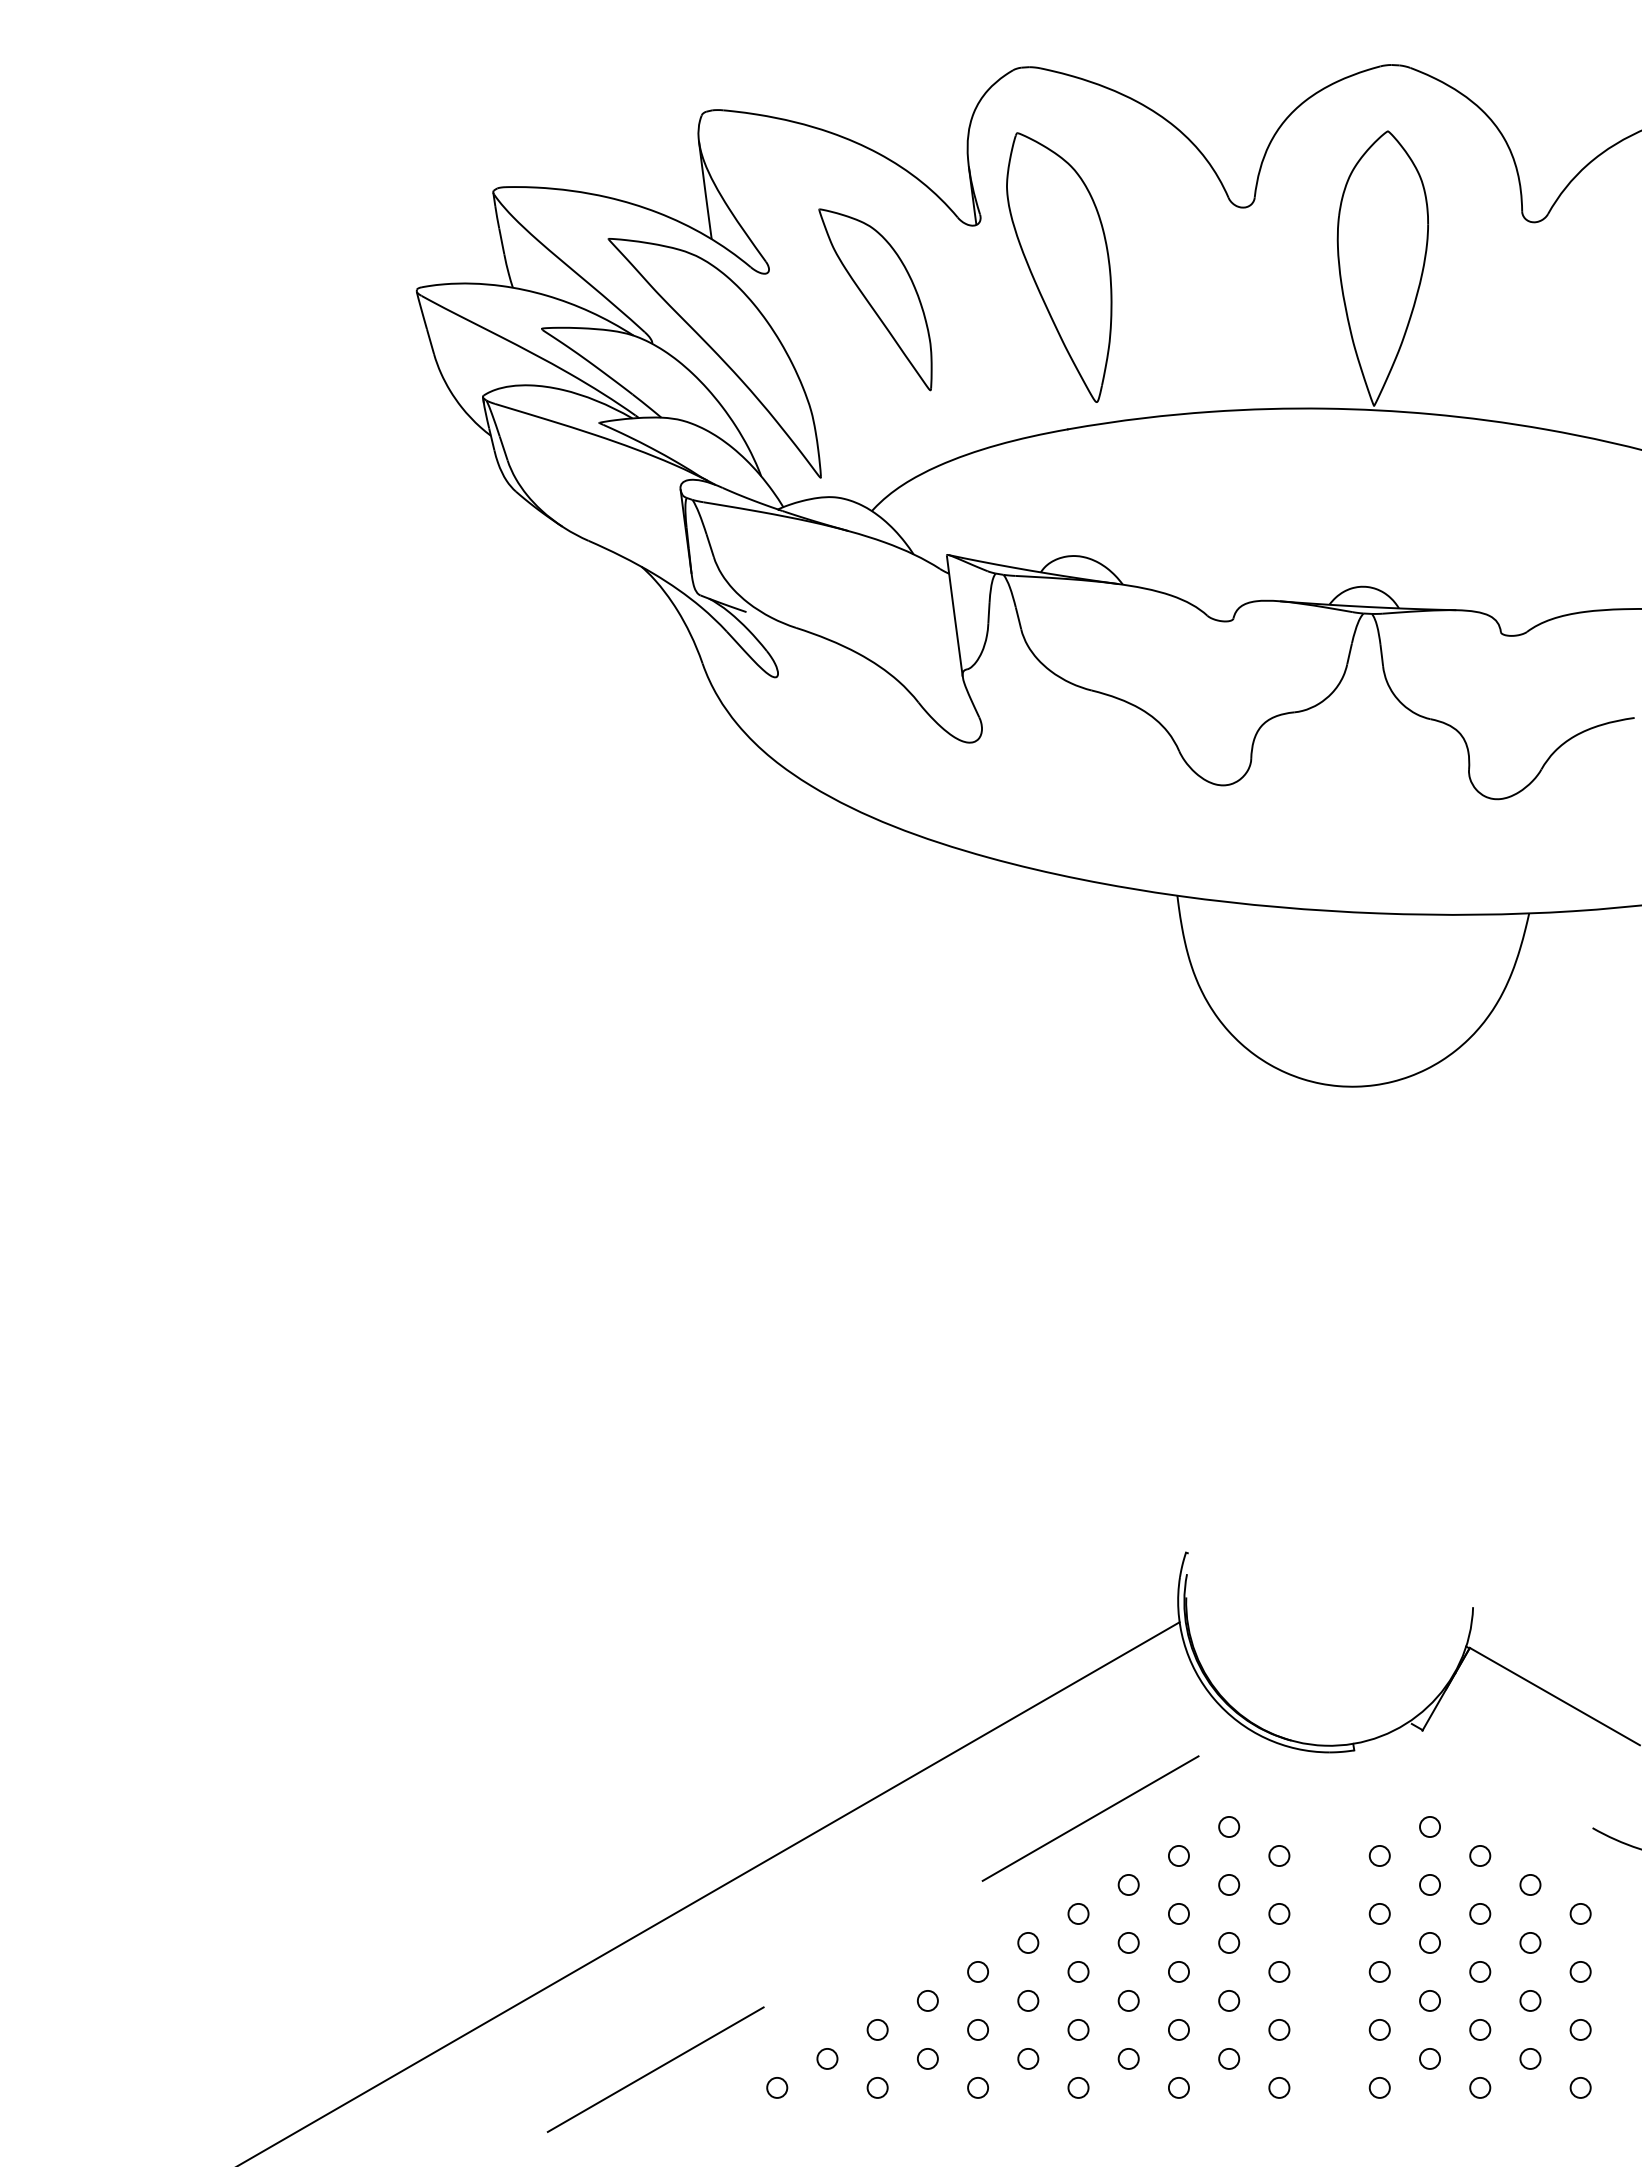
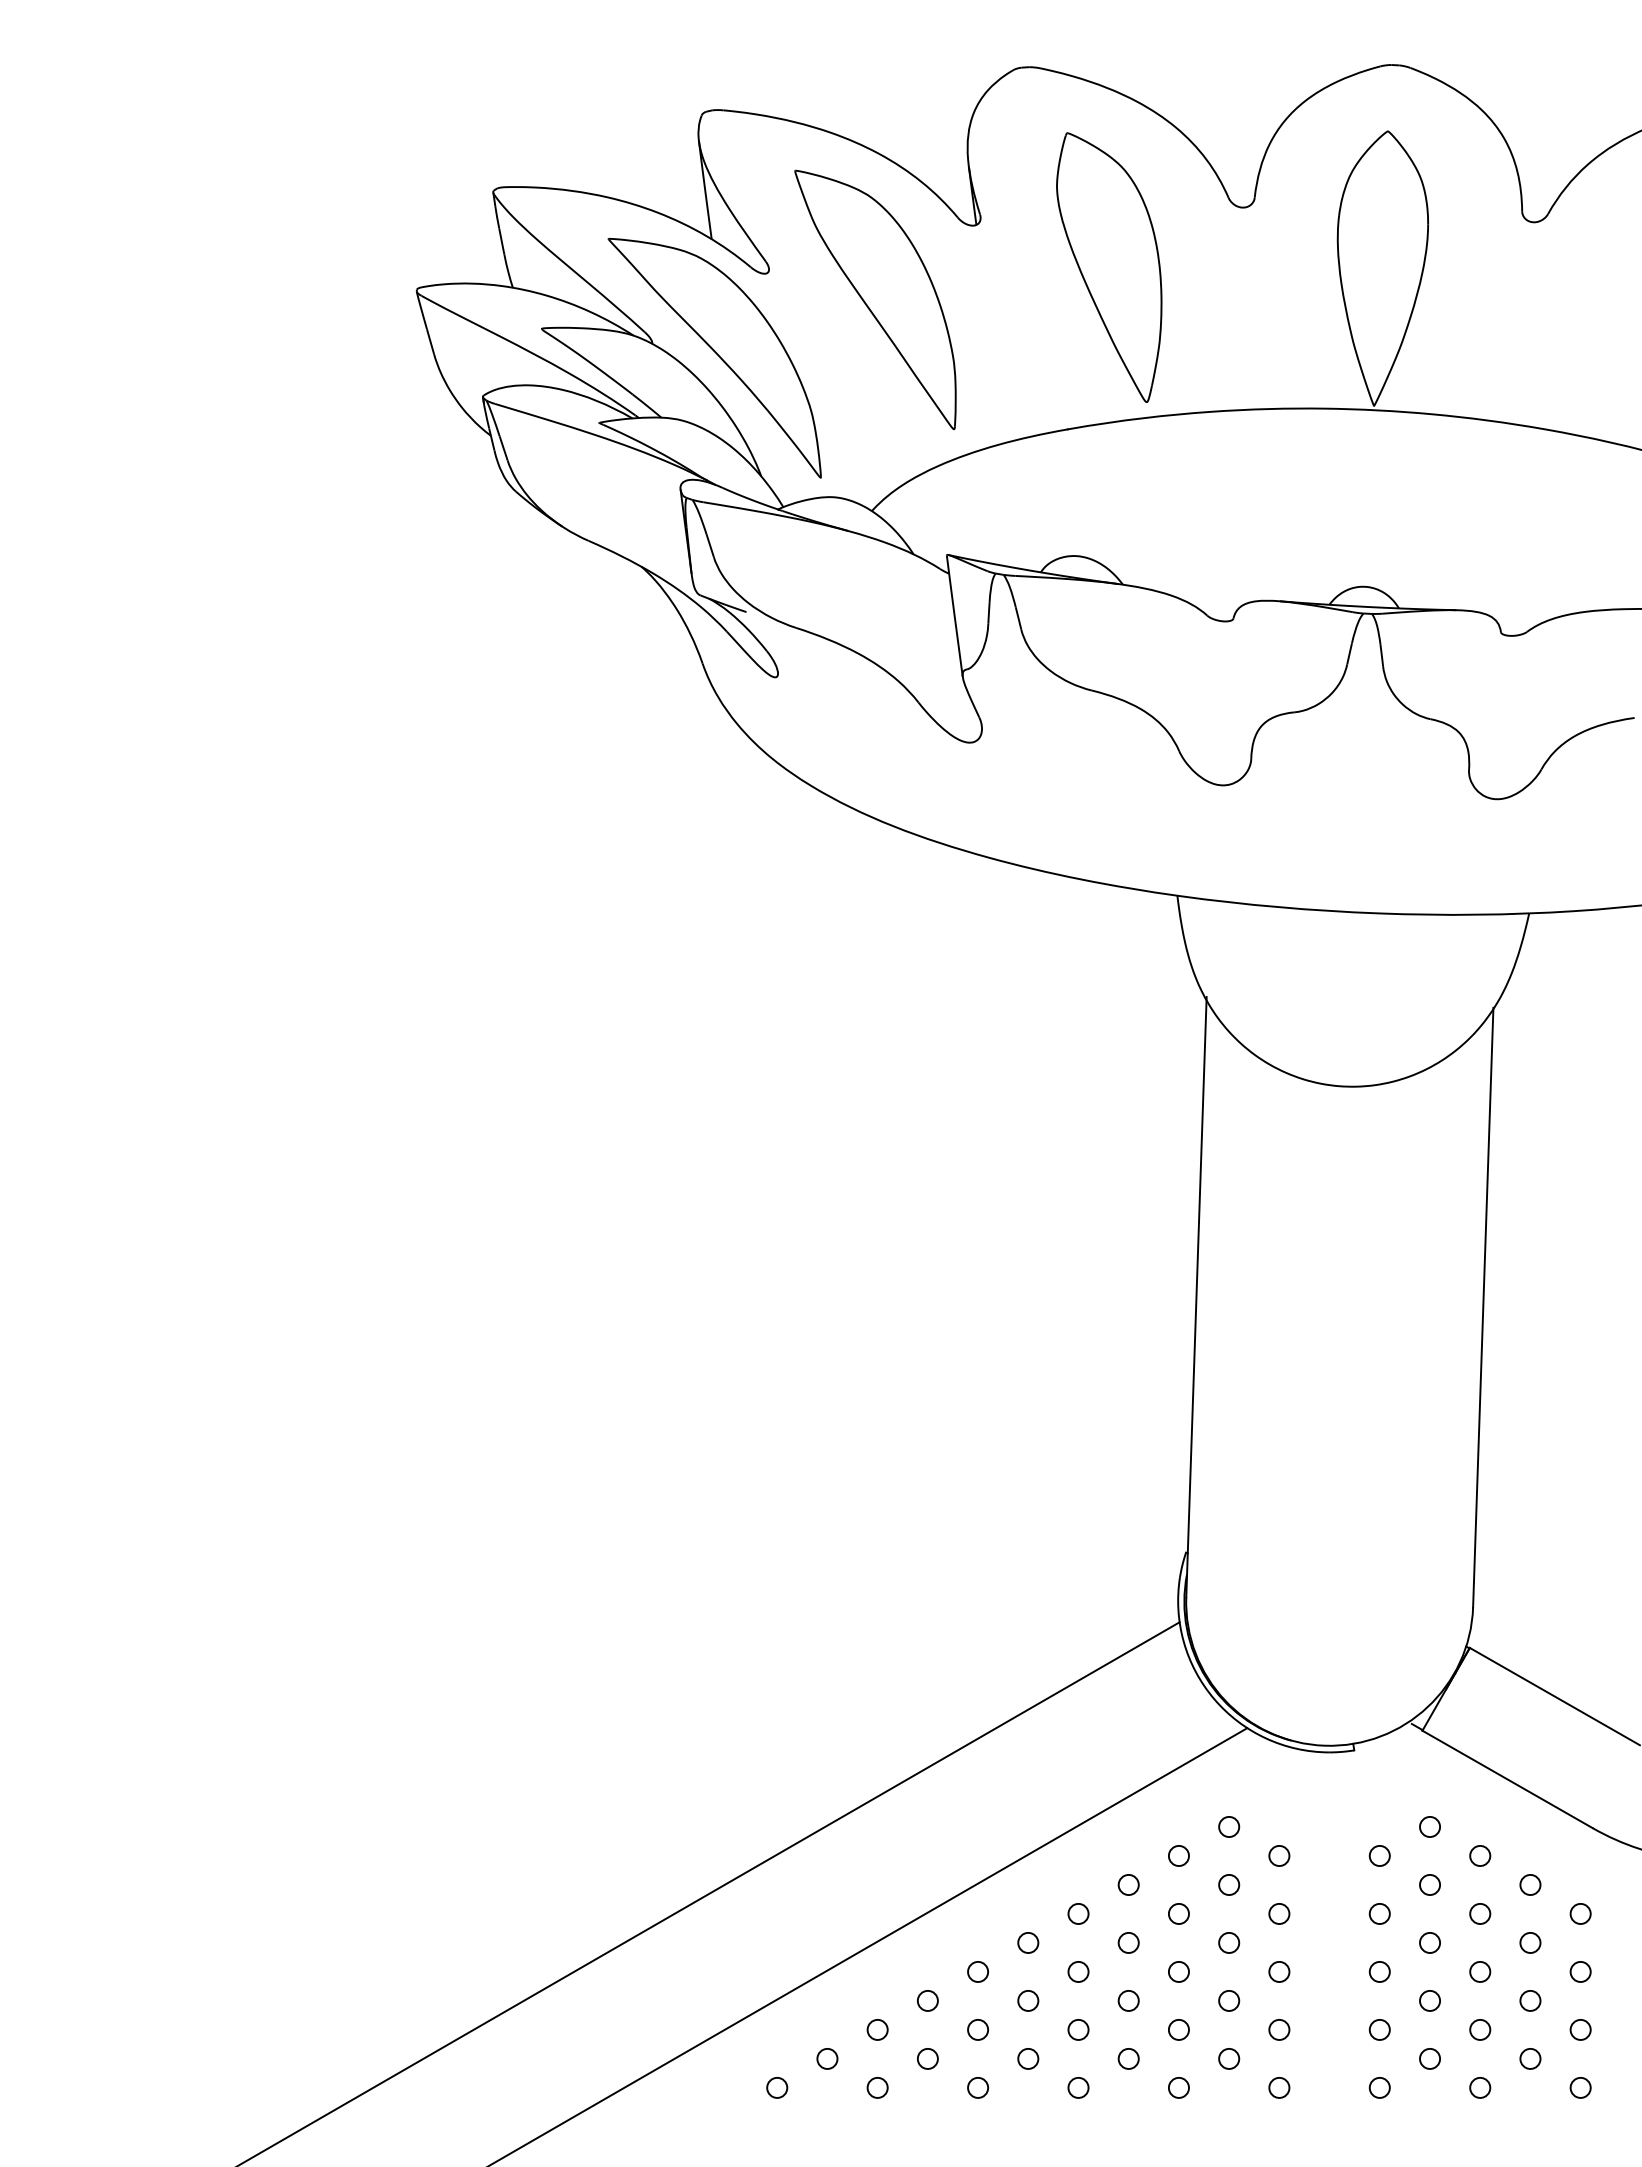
part at (1059, 267) position: (1059, 267) -> (1109, 267)
part at (875, 299) size: 115x184 px -> 163x261 px
line at (1196, 1297): none -> present
line at (1483, 1307): none -> present
line at (1507, 1779): none -> present
line at (868, 1947): dashed -> solid
